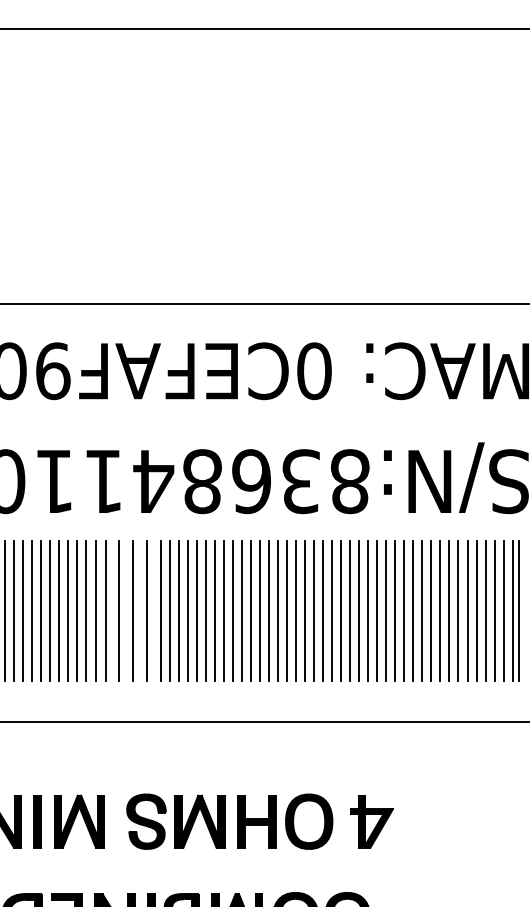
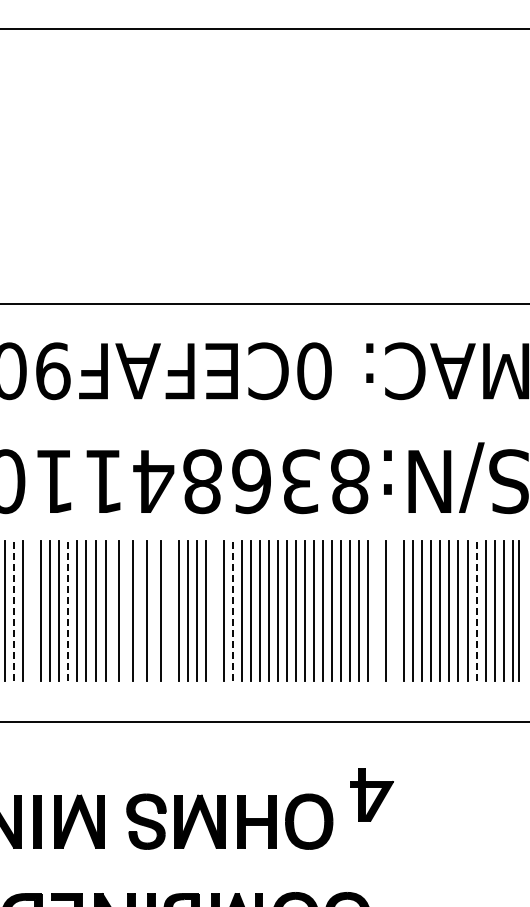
line at (14, 610): solid -> dashed
line at (32, 610): present -> none
line at (68, 610): solid -> dashed
line at (169, 610): present -> none
line at (215, 610): present -> none
line at (233, 610): solid -> dashed
line at (377, 610): present -> none
line at (395, 610): present -> none
line at (476, 610): solid -> dashed
part at (371, 821) position: (371, 821) -> (371, 794)
